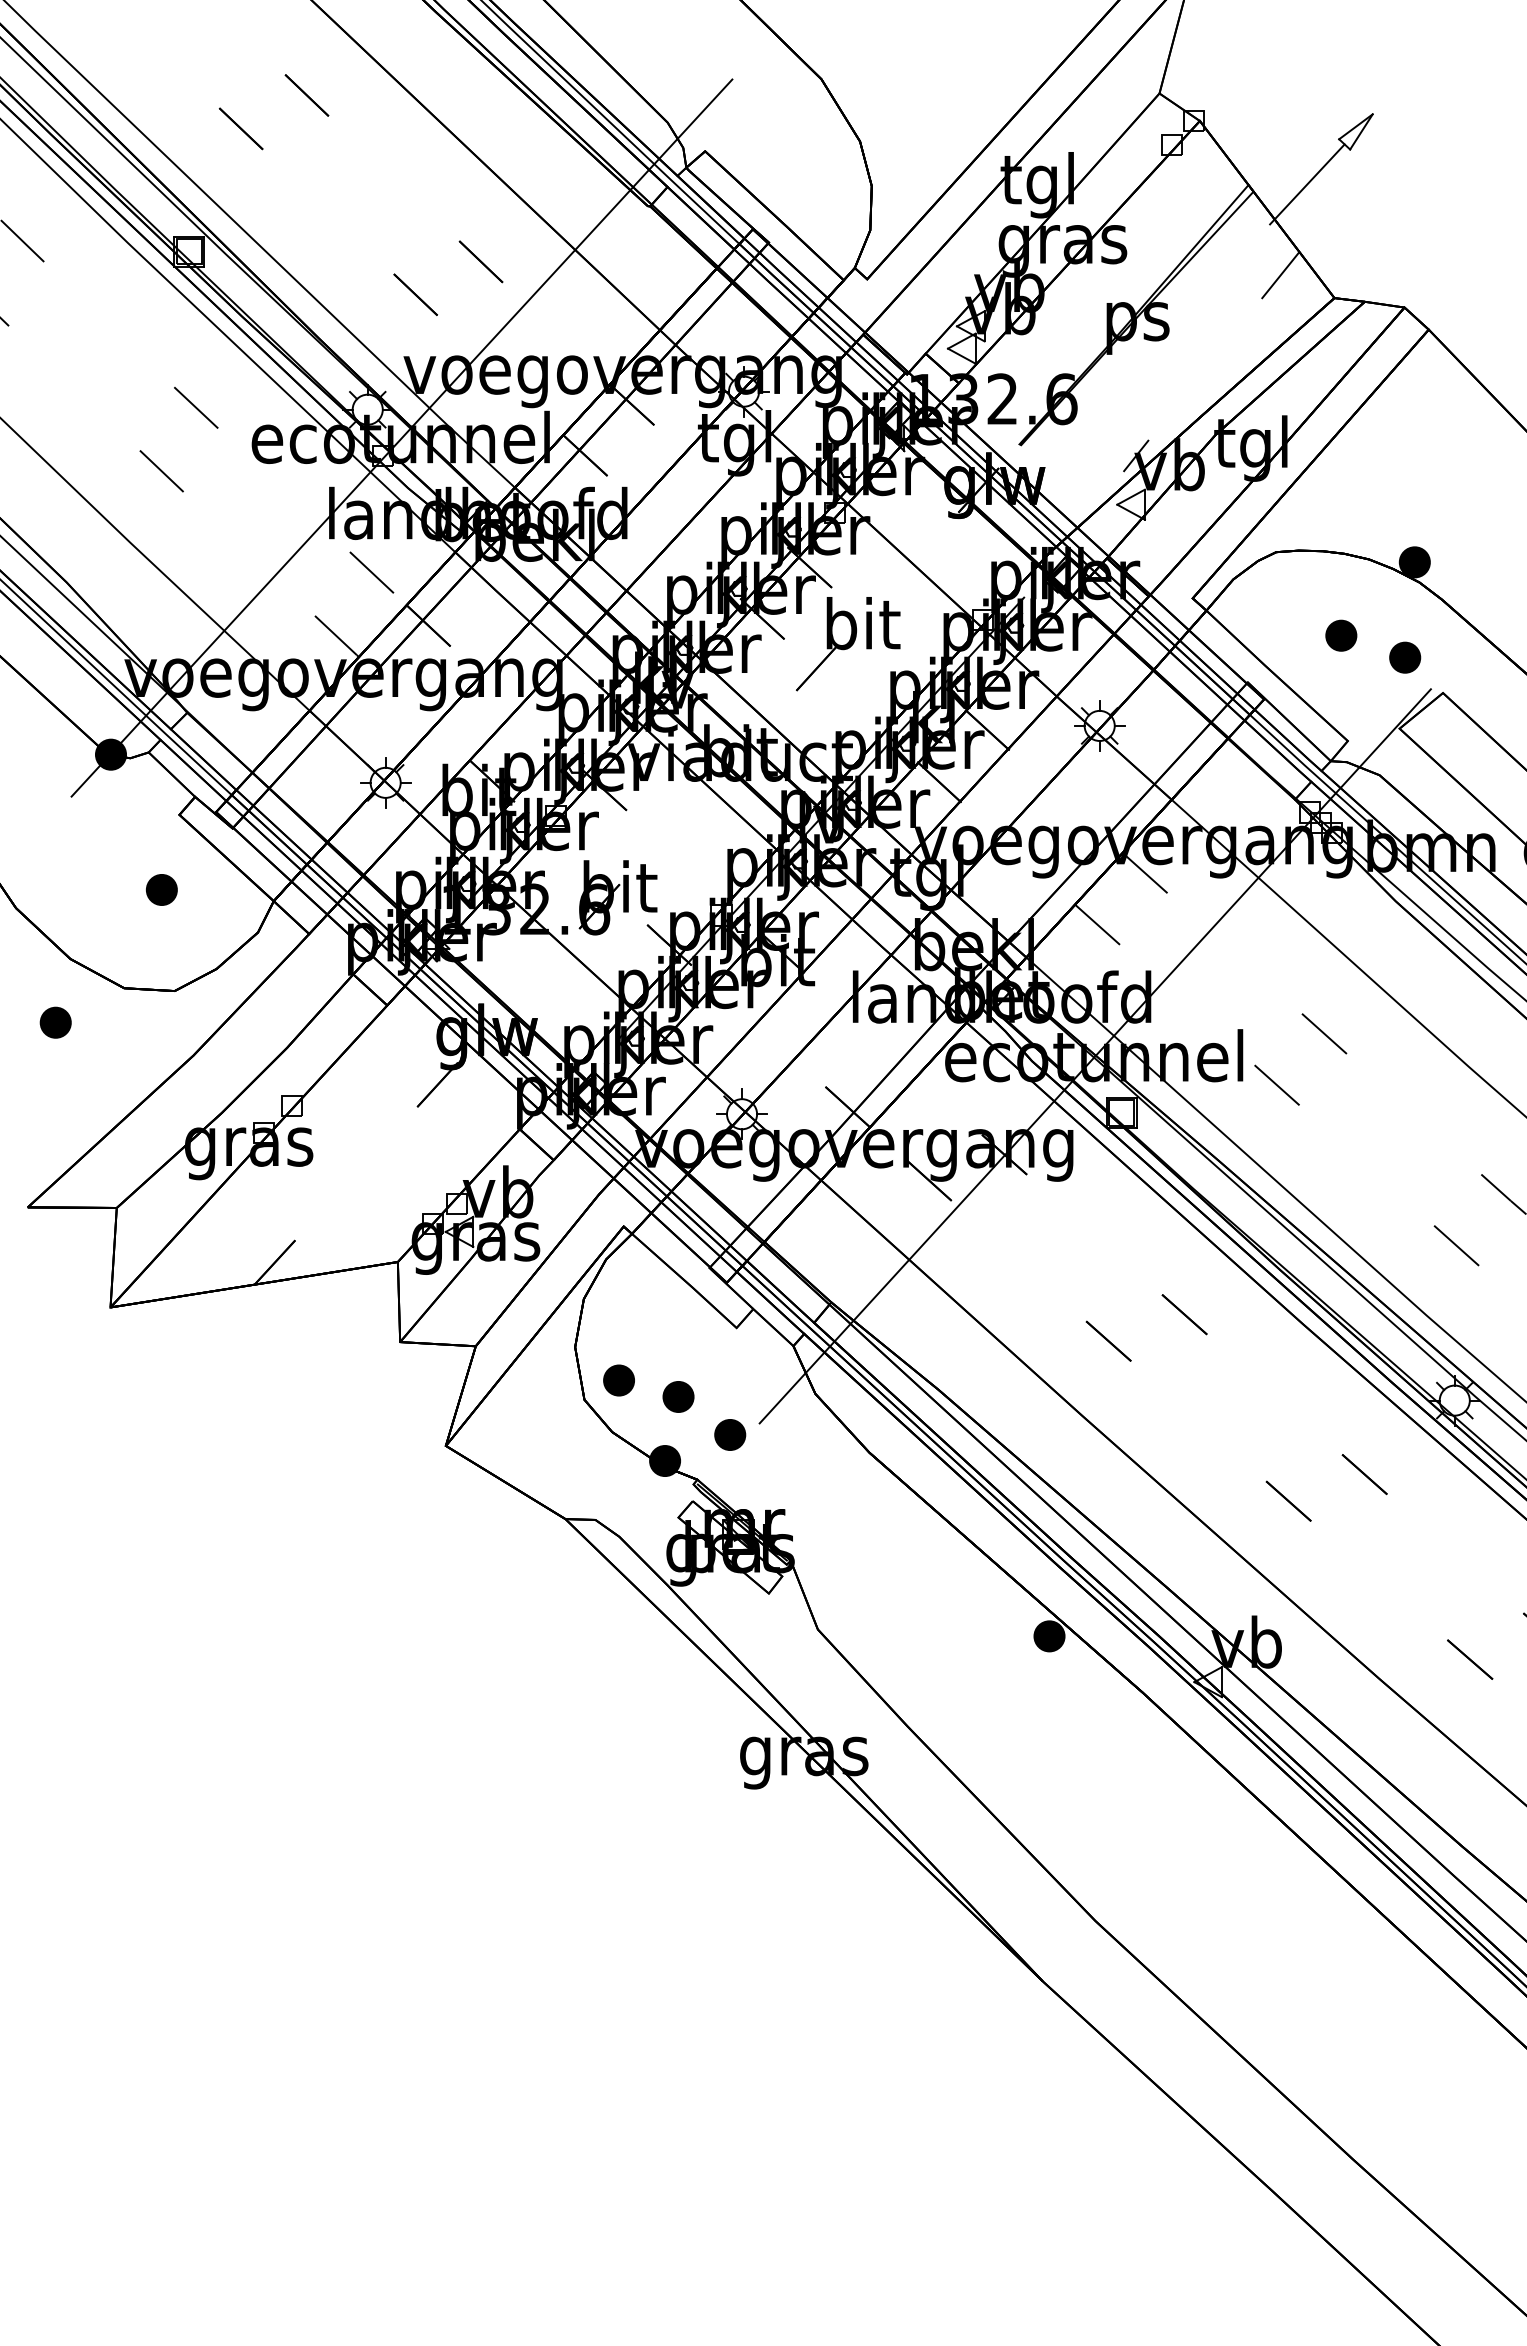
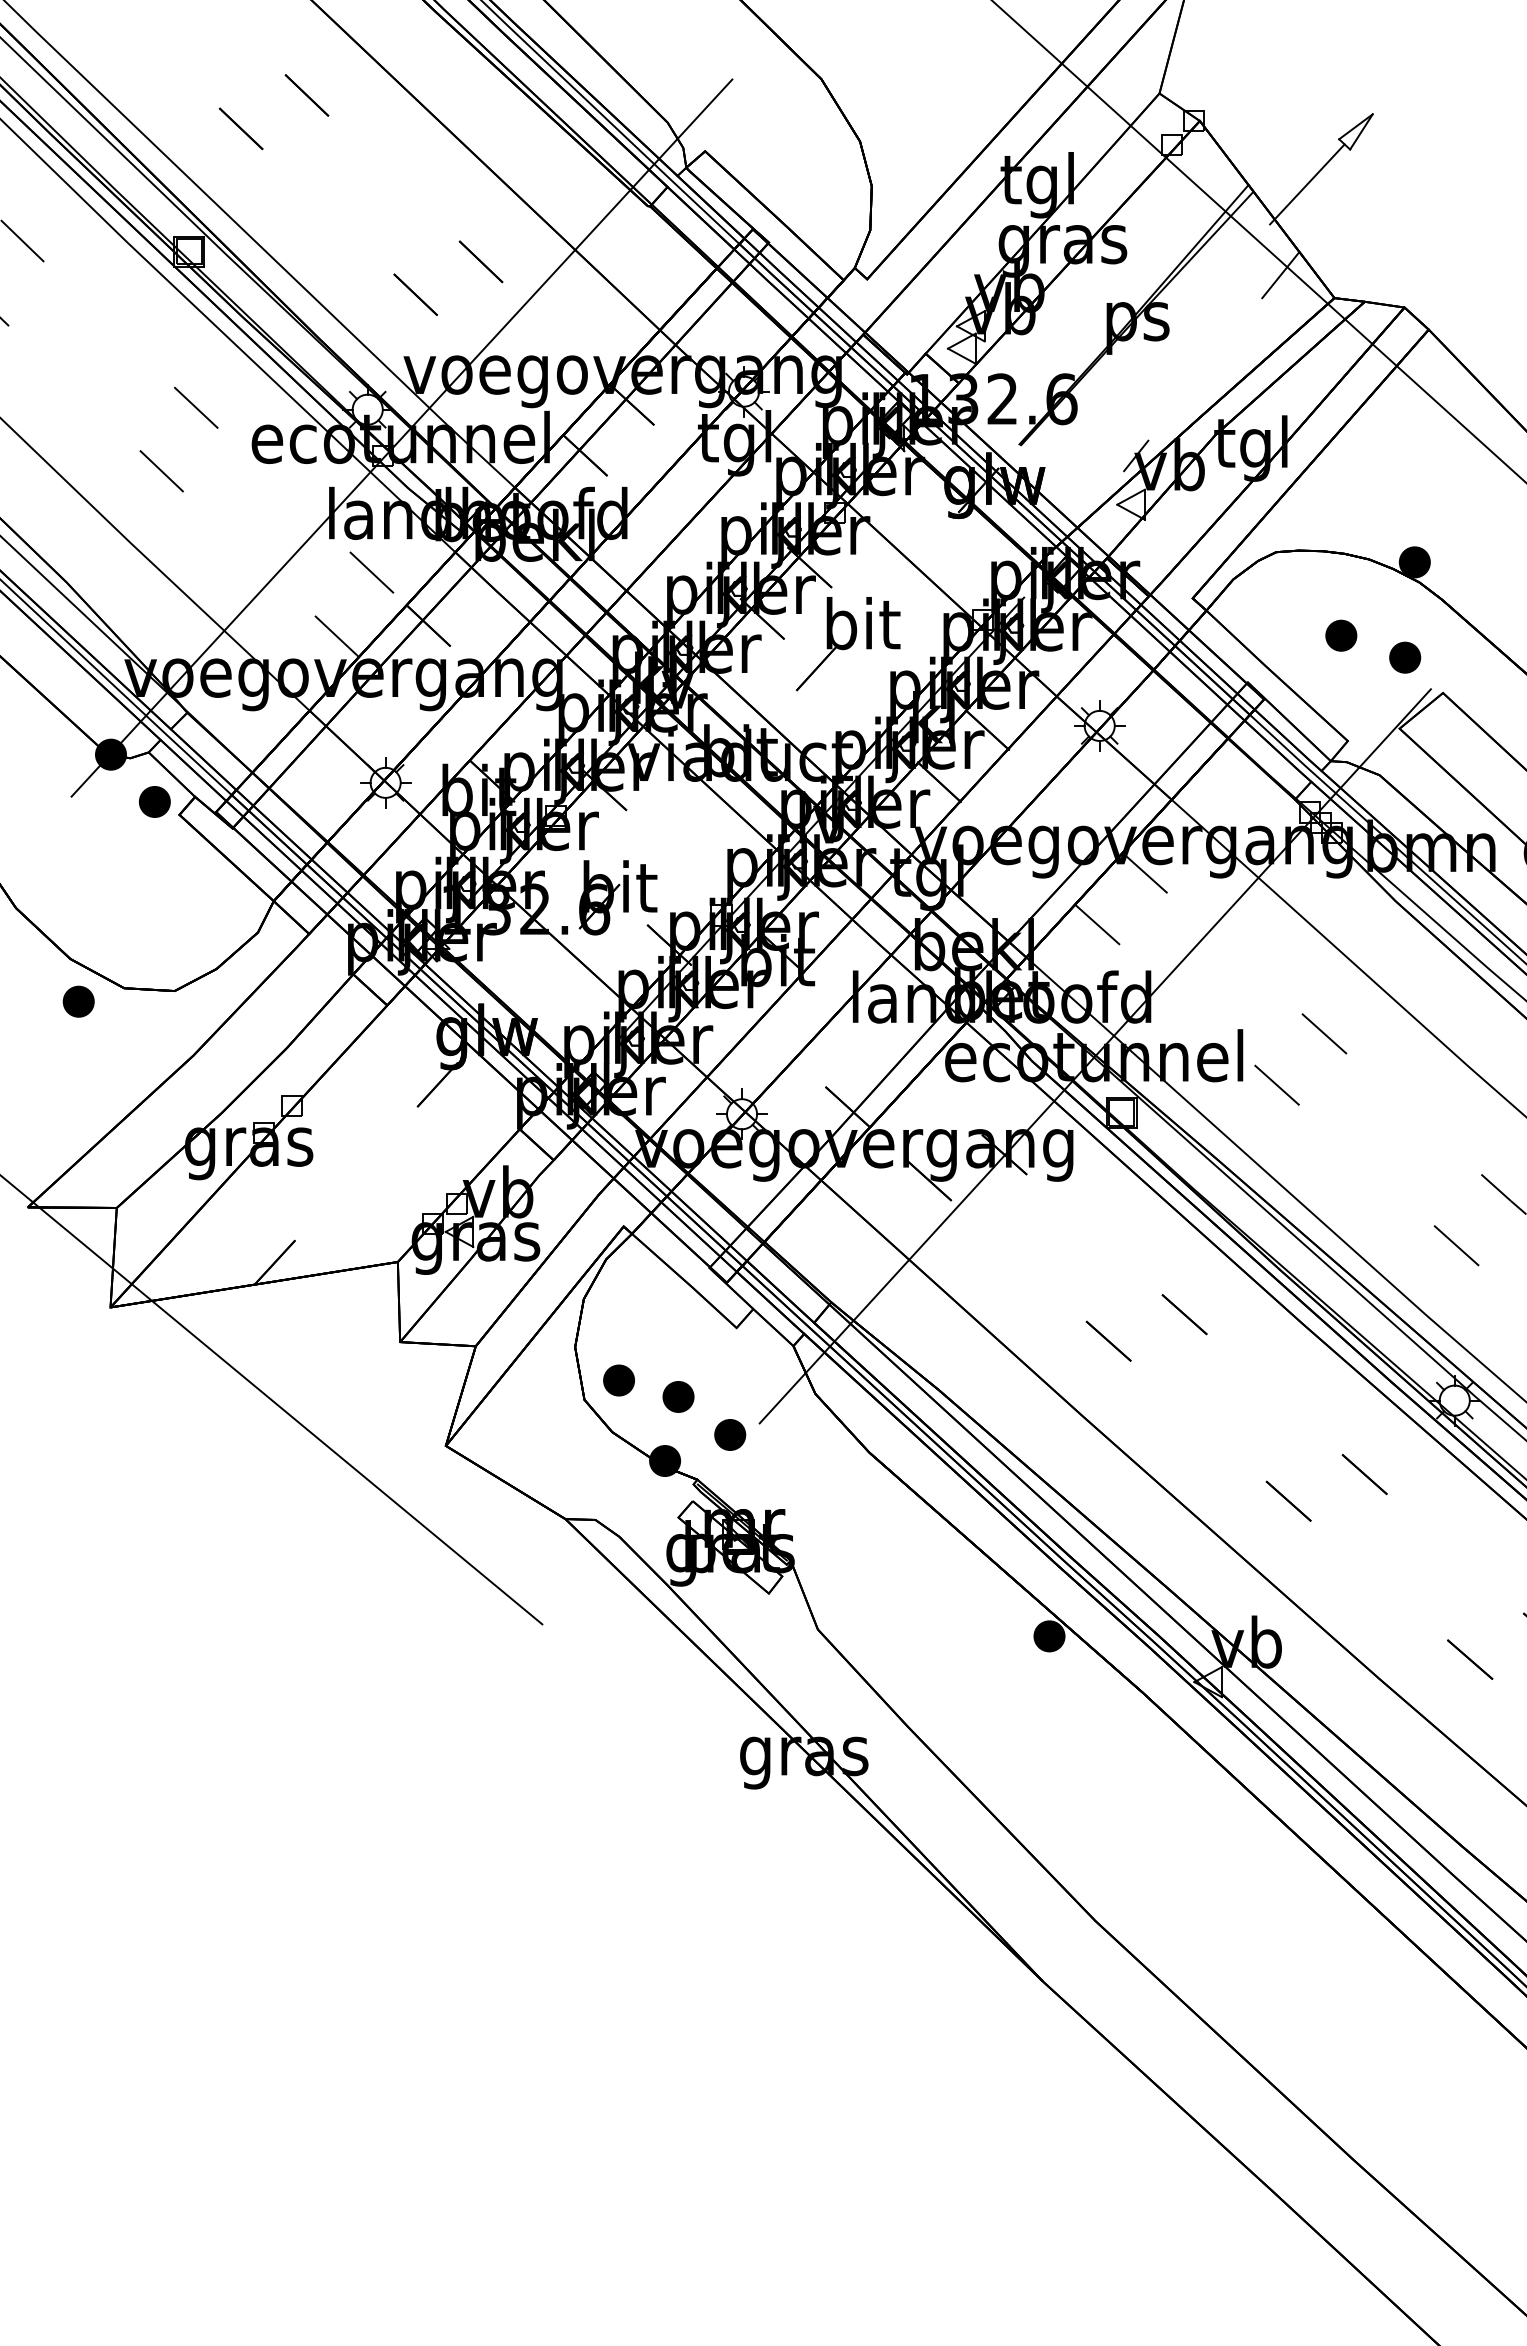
line at (1258, 241): none -> present
part at (161, 889) position: (161, 889) -> (154, 801)
part at (55, 1022) position: (55, 1022) -> (78, 1001)
line at (272, 1400): none -> present
